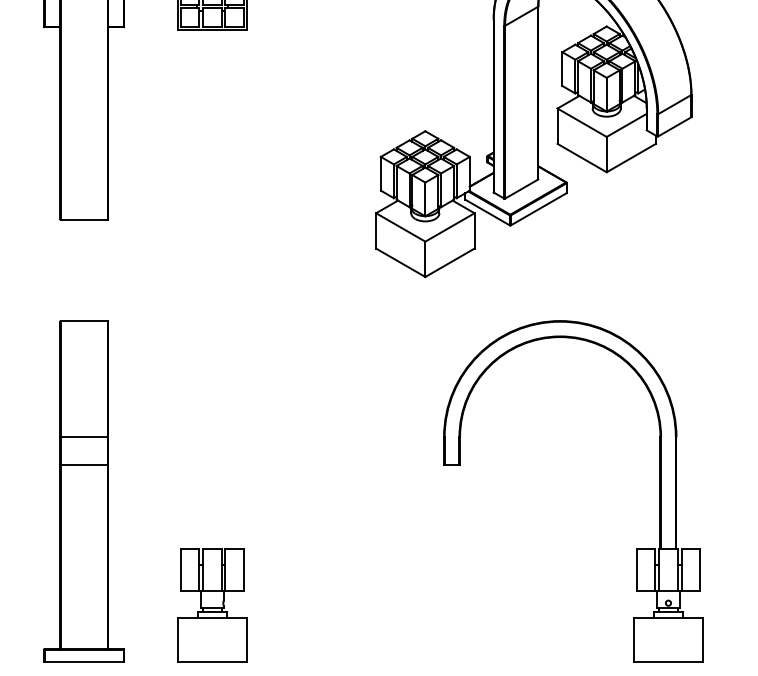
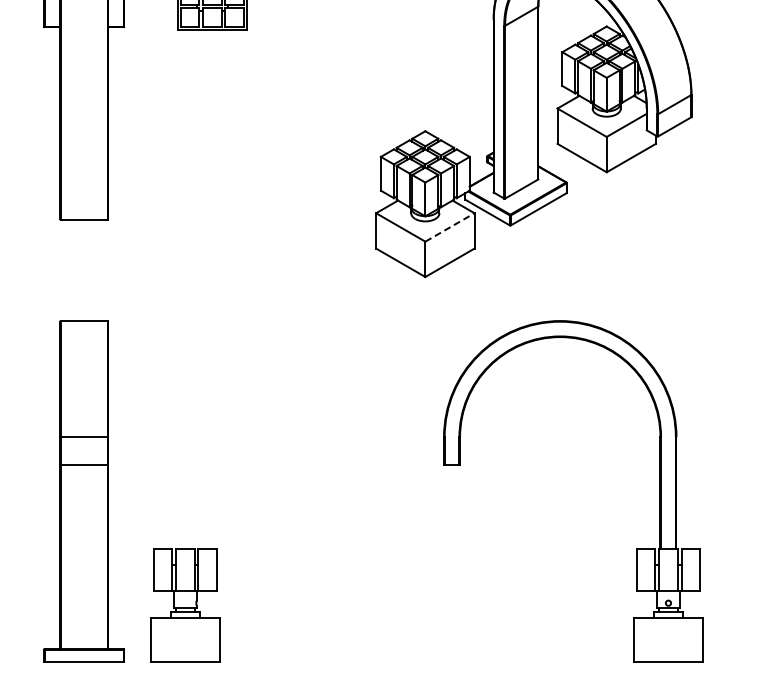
line at (450, 227): solid -> dashed
part at (212, 605) position: (212, 605) -> (185, 605)
